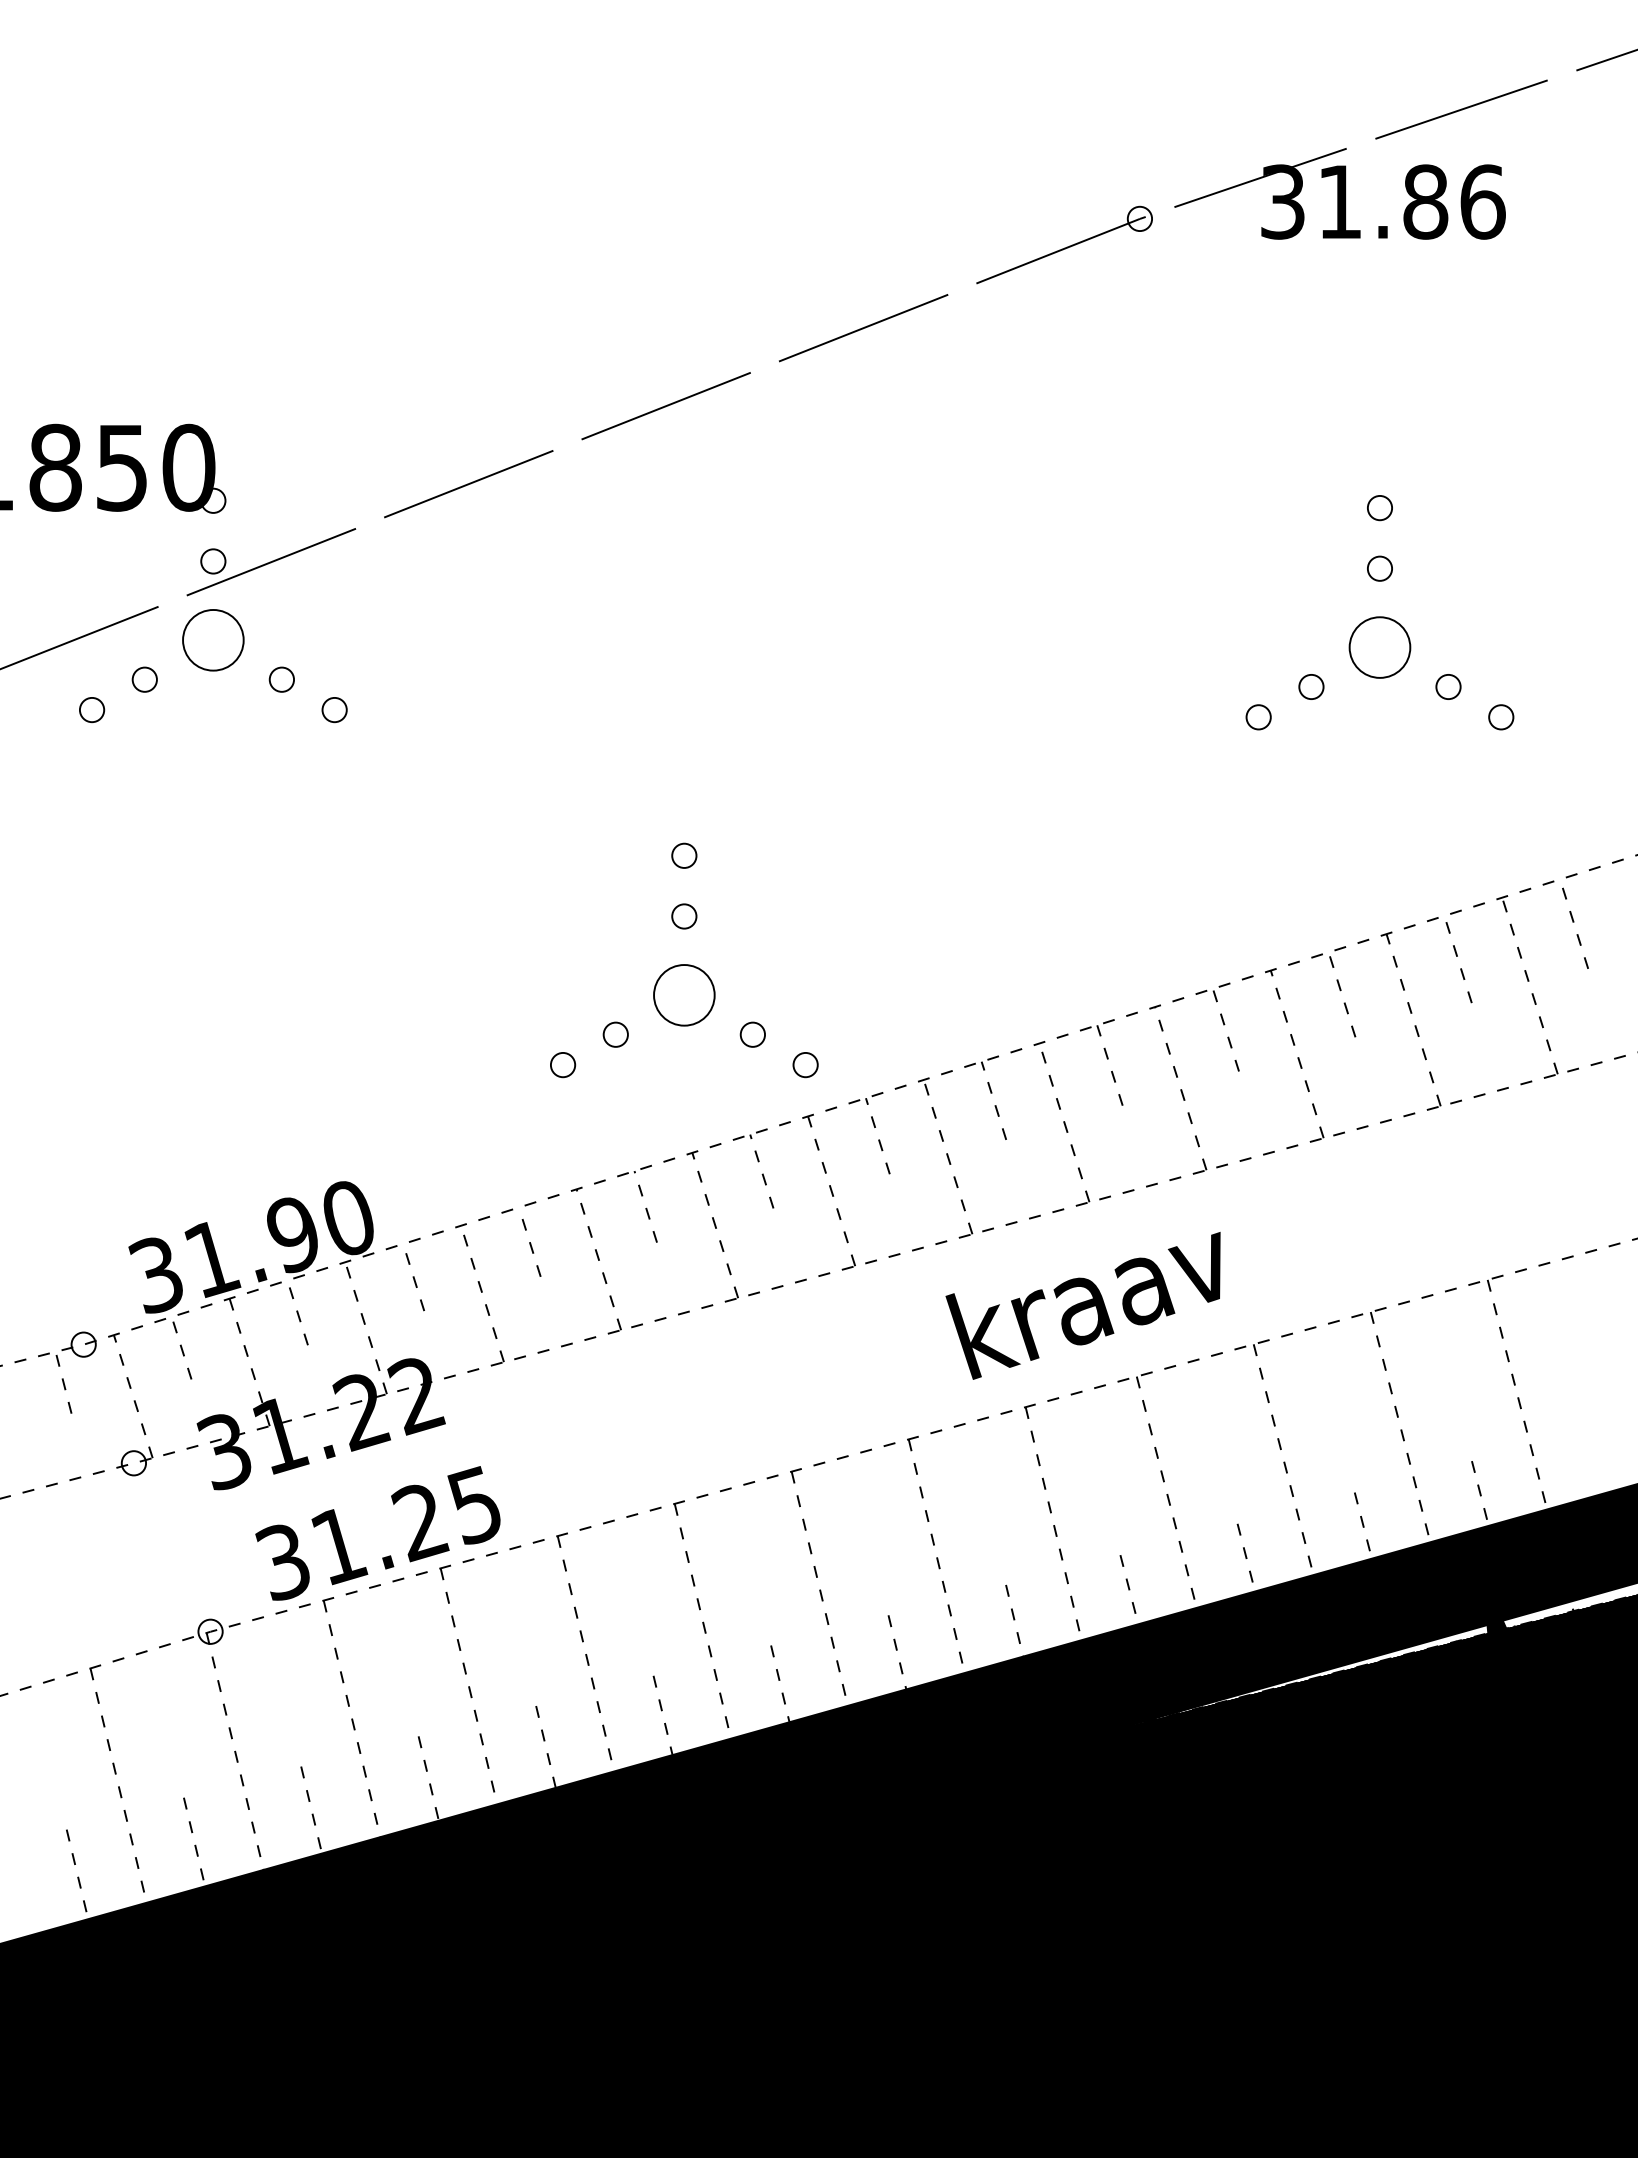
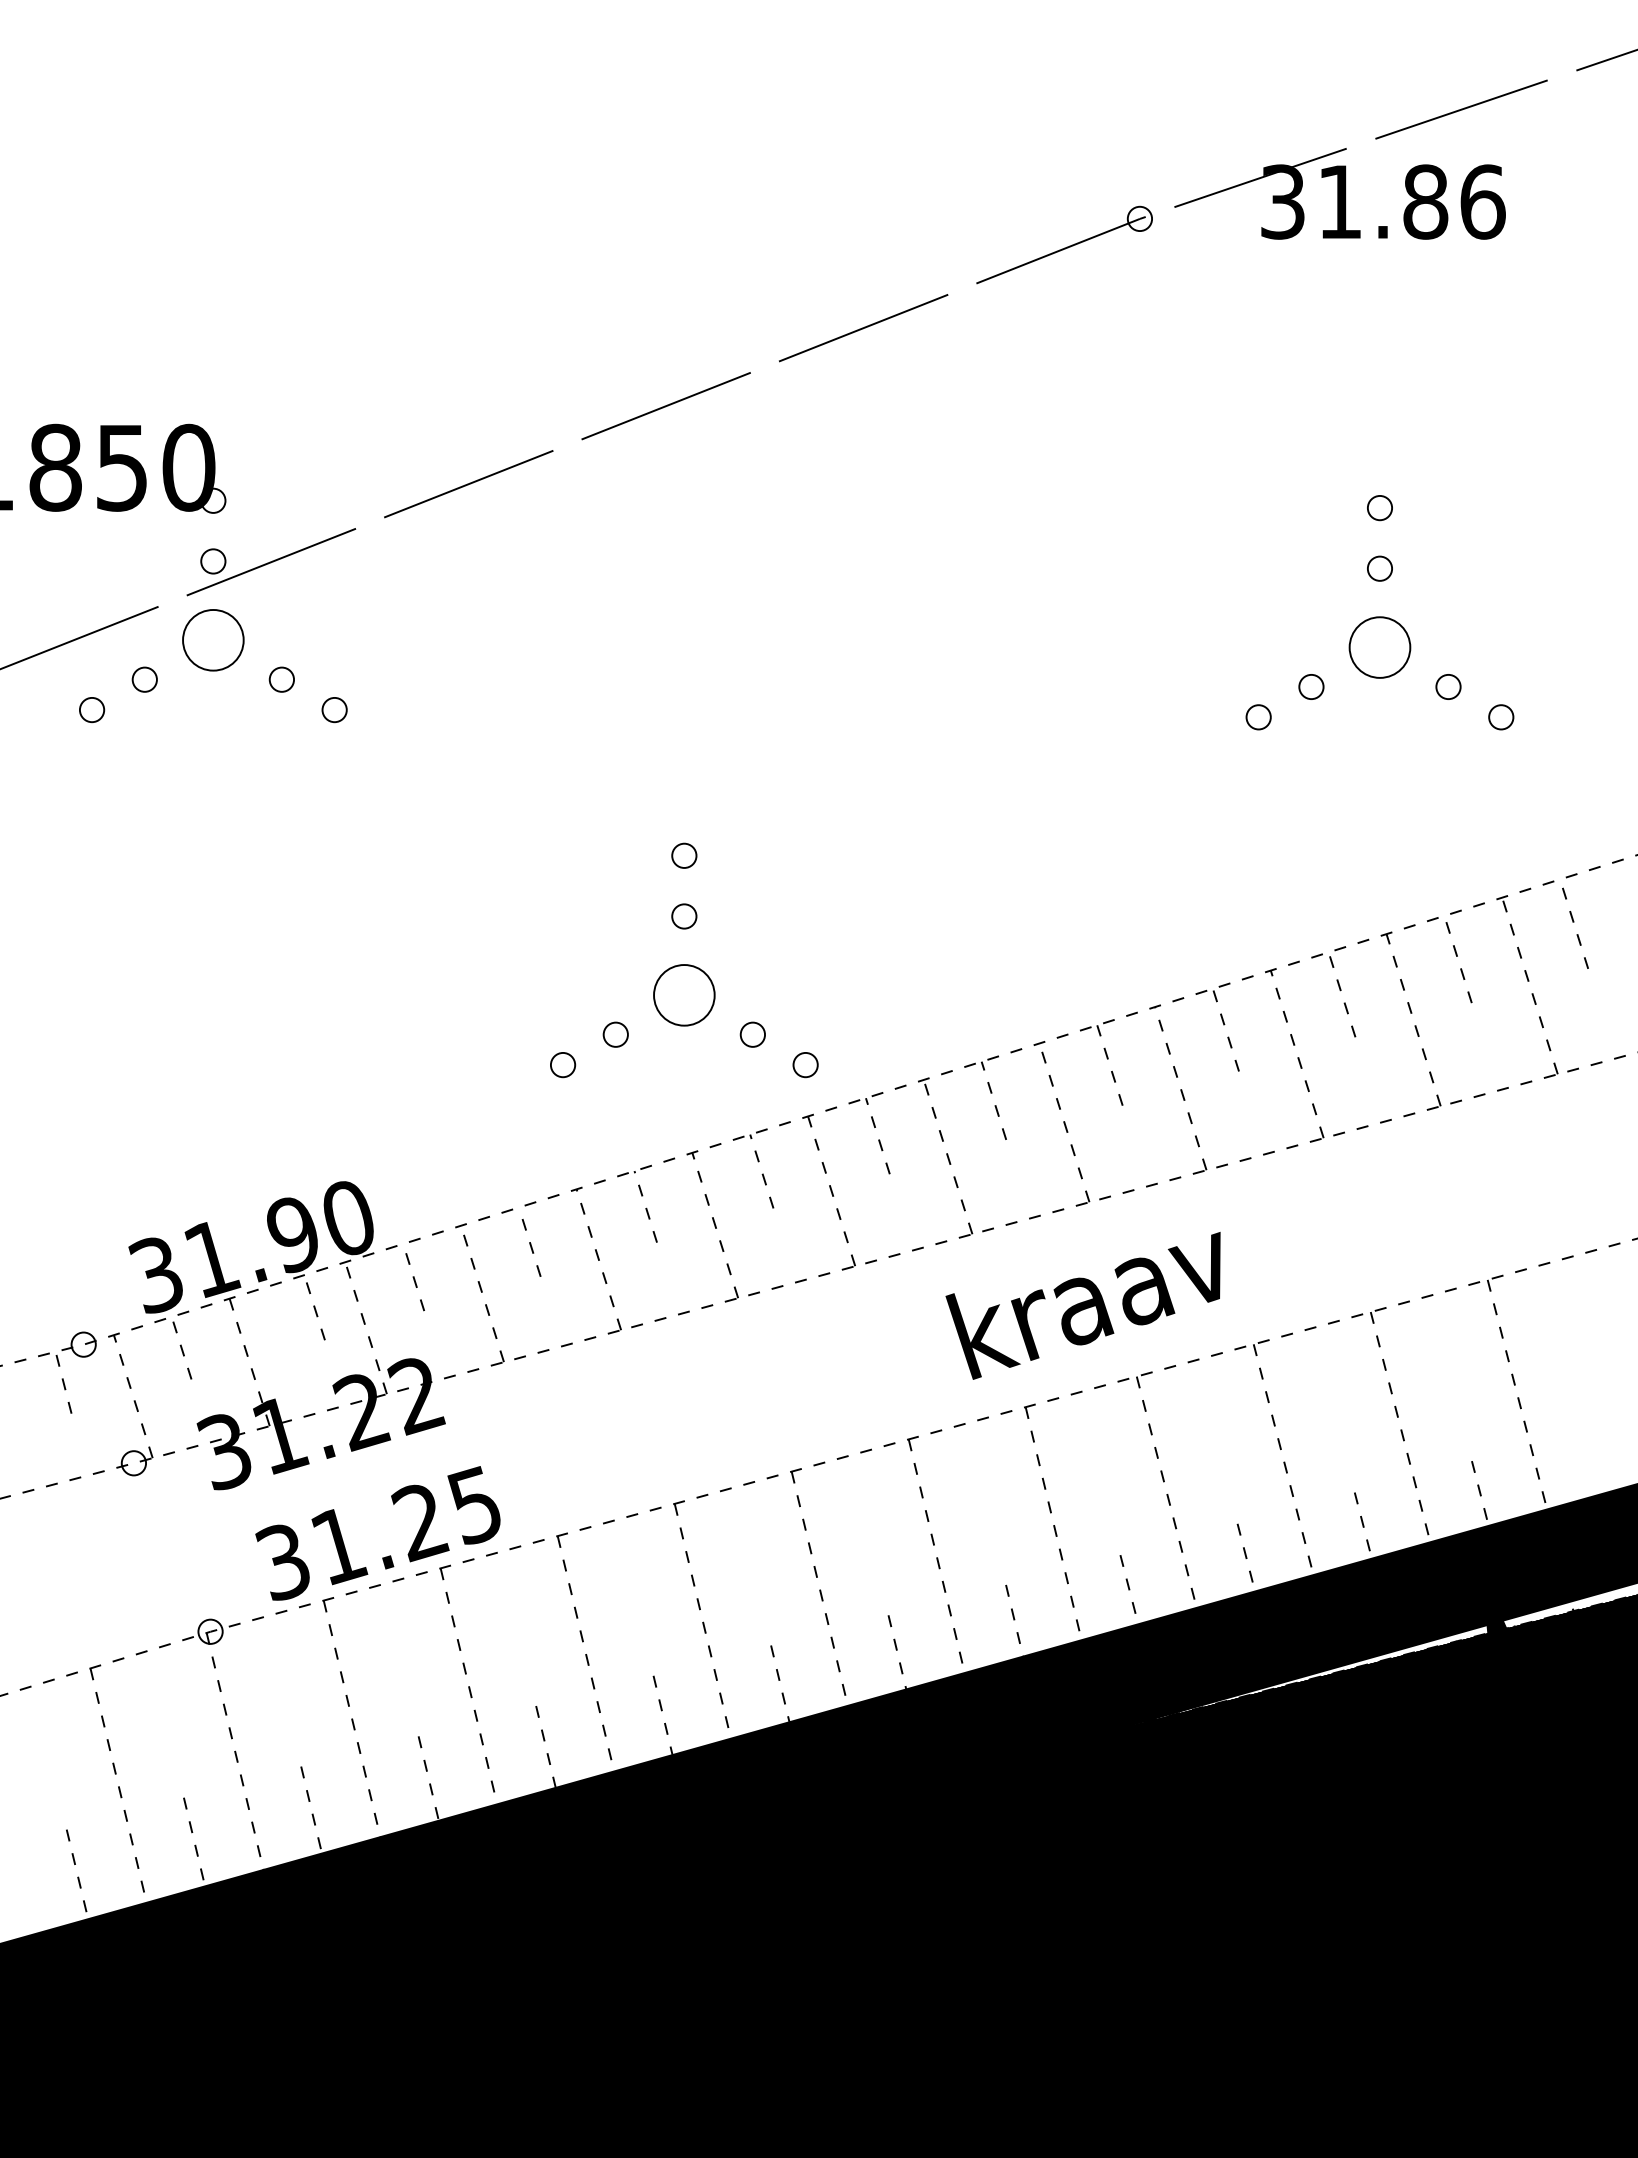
line at (298, 1316) position: (298, 1316) -> (315, 1311)
